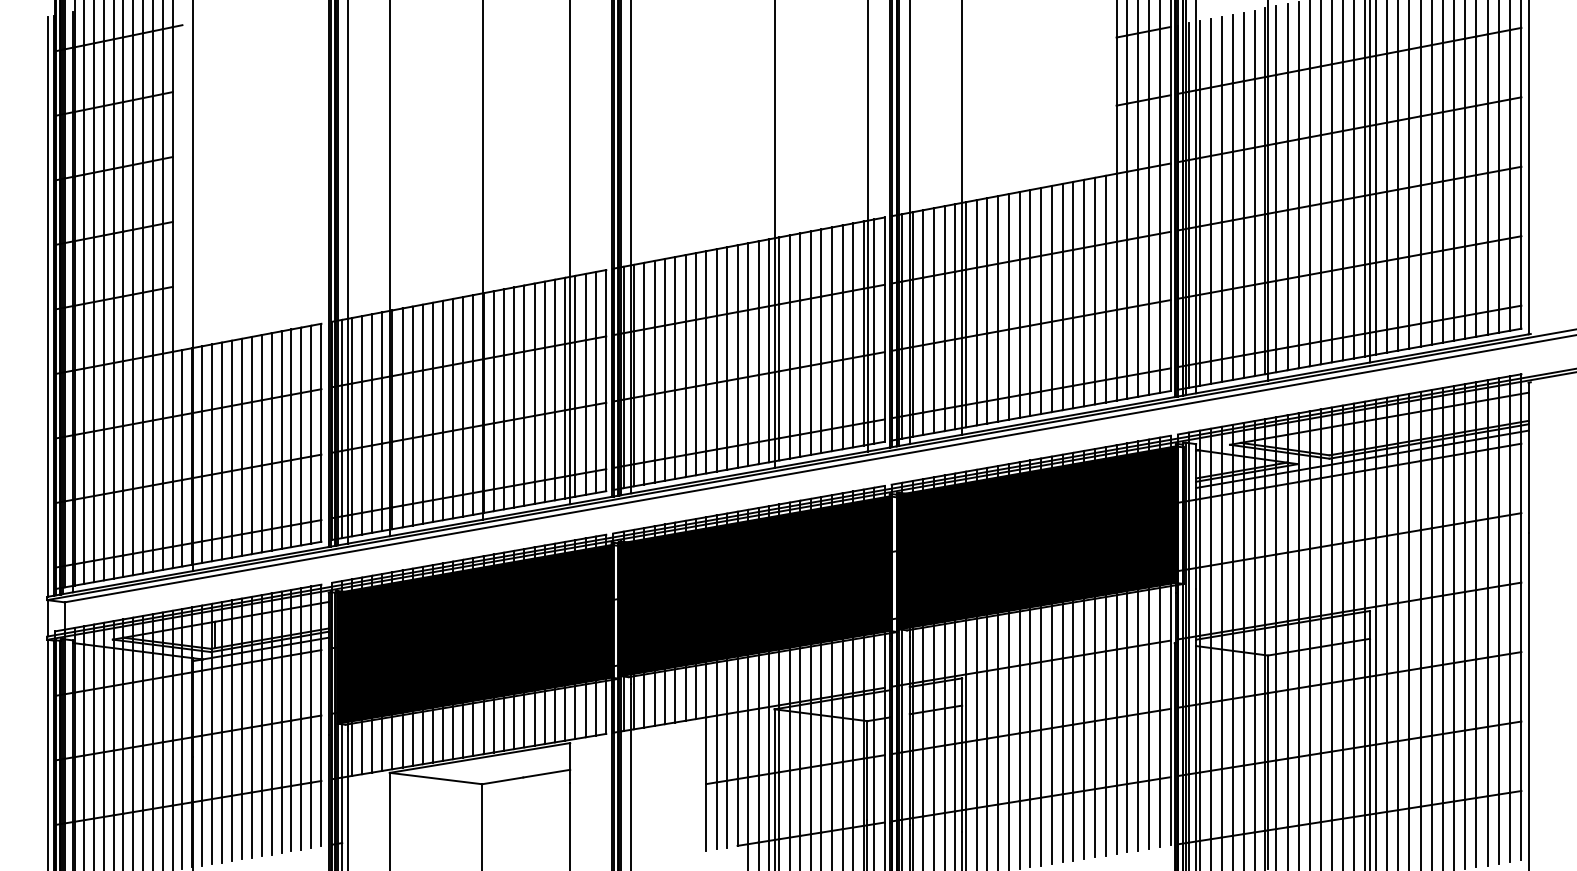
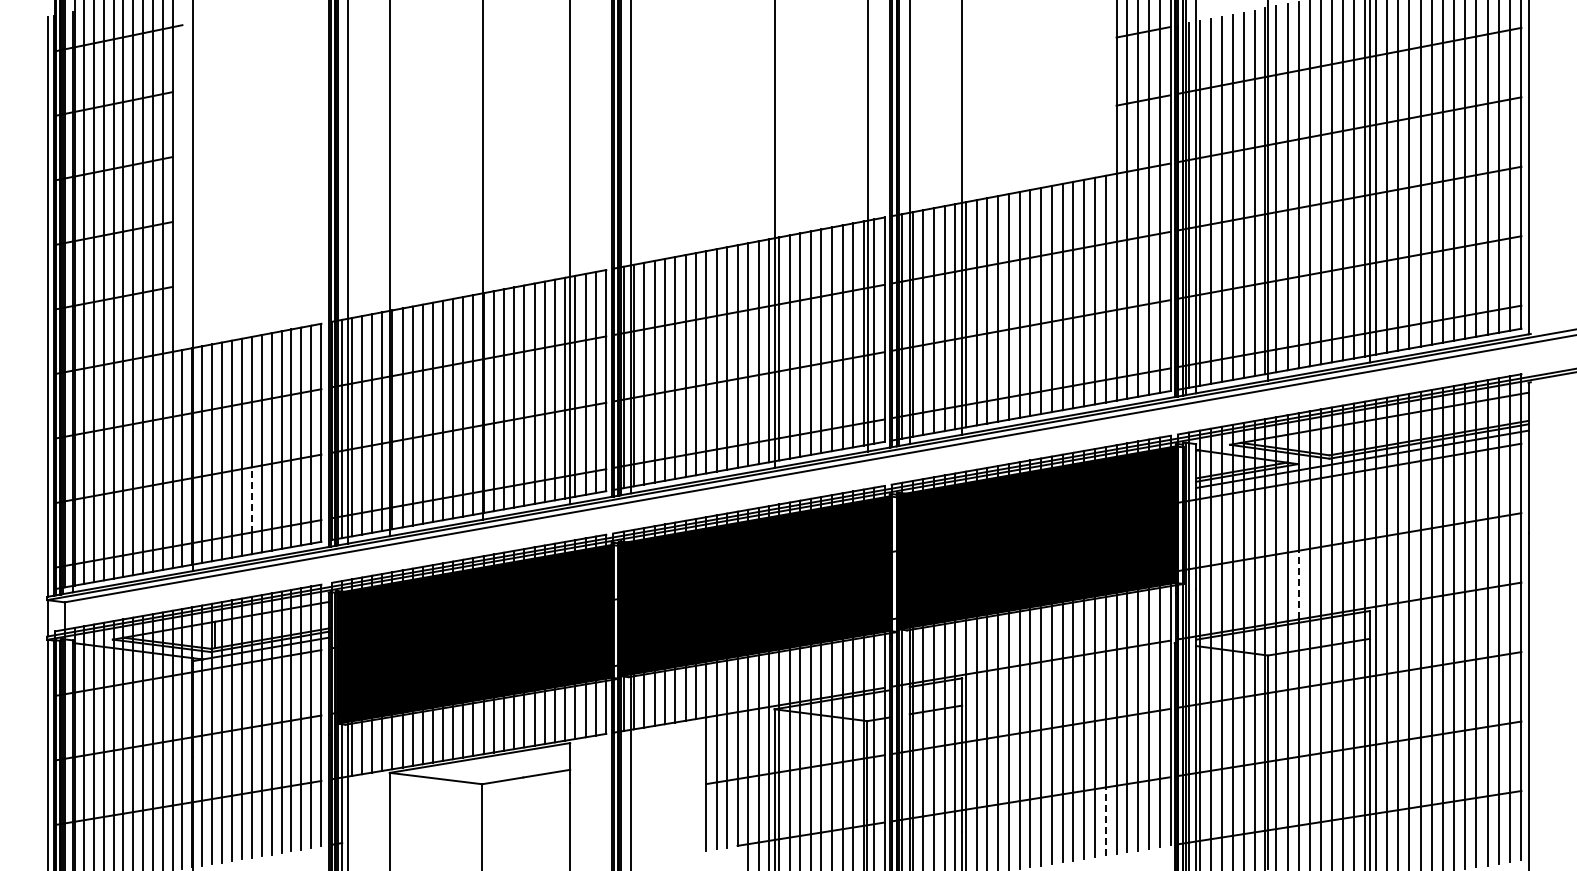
line at (251, 499): solid -> dashed
line at (1298, 584): solid -> dashed
line at (1105, 821): solid -> dashed
